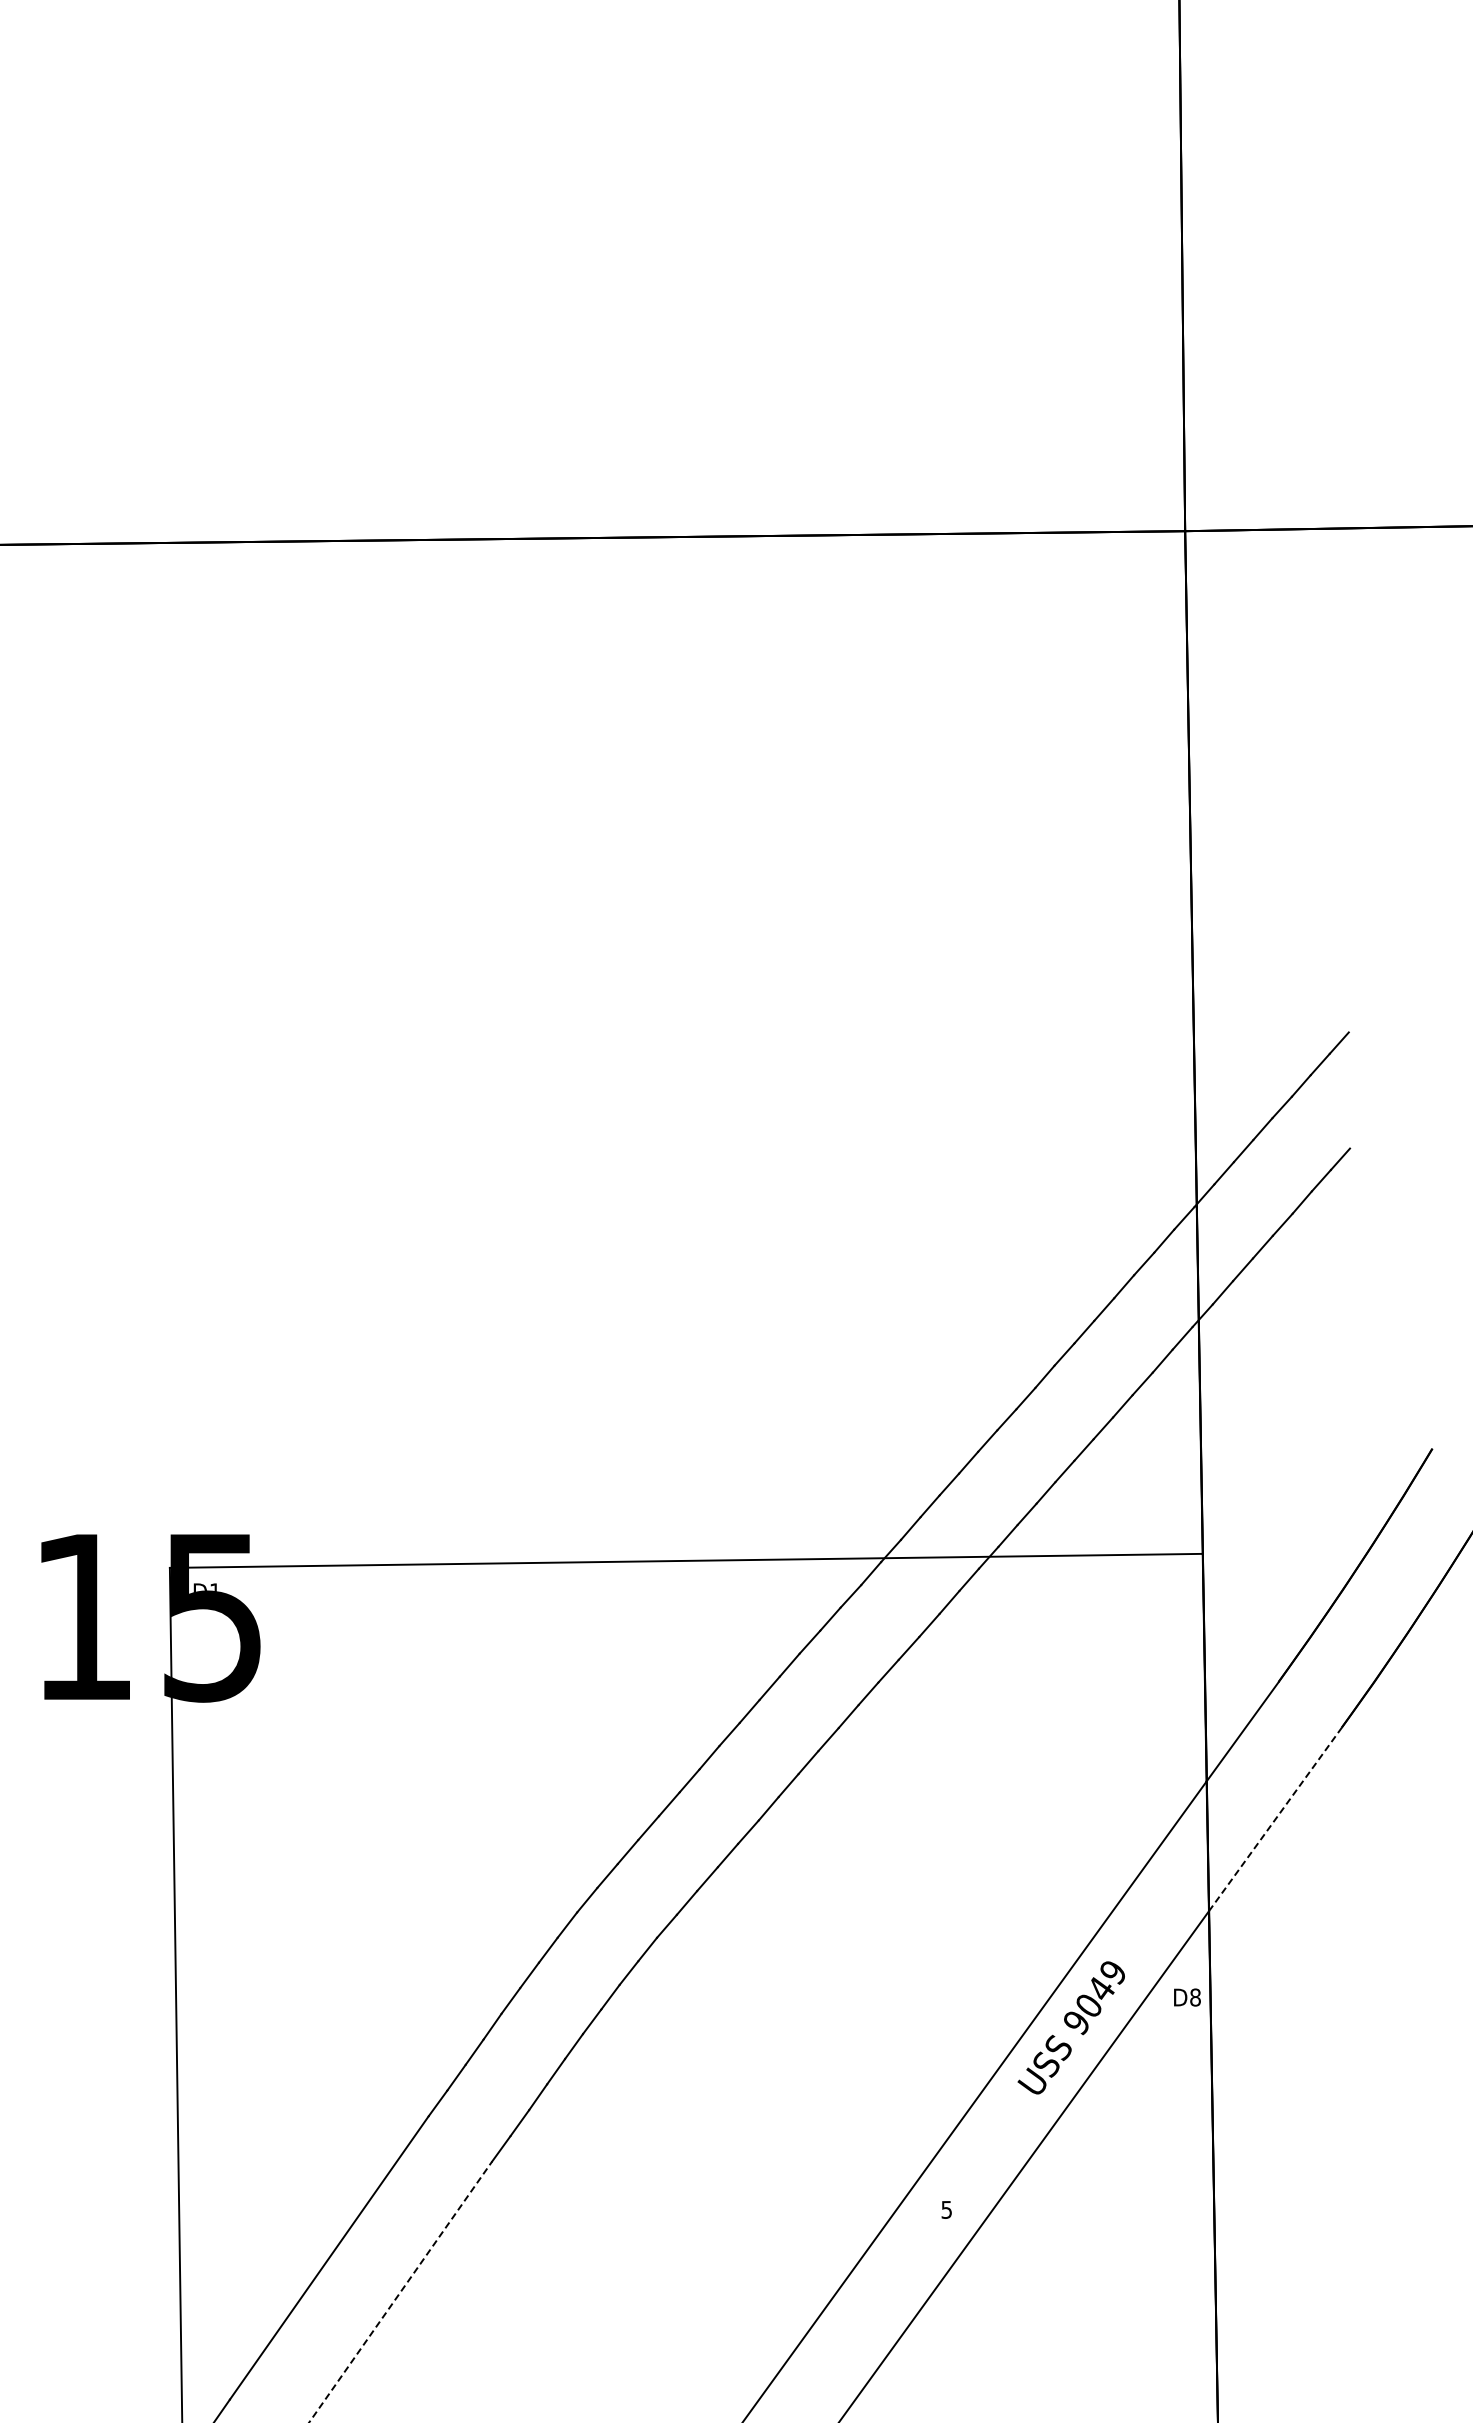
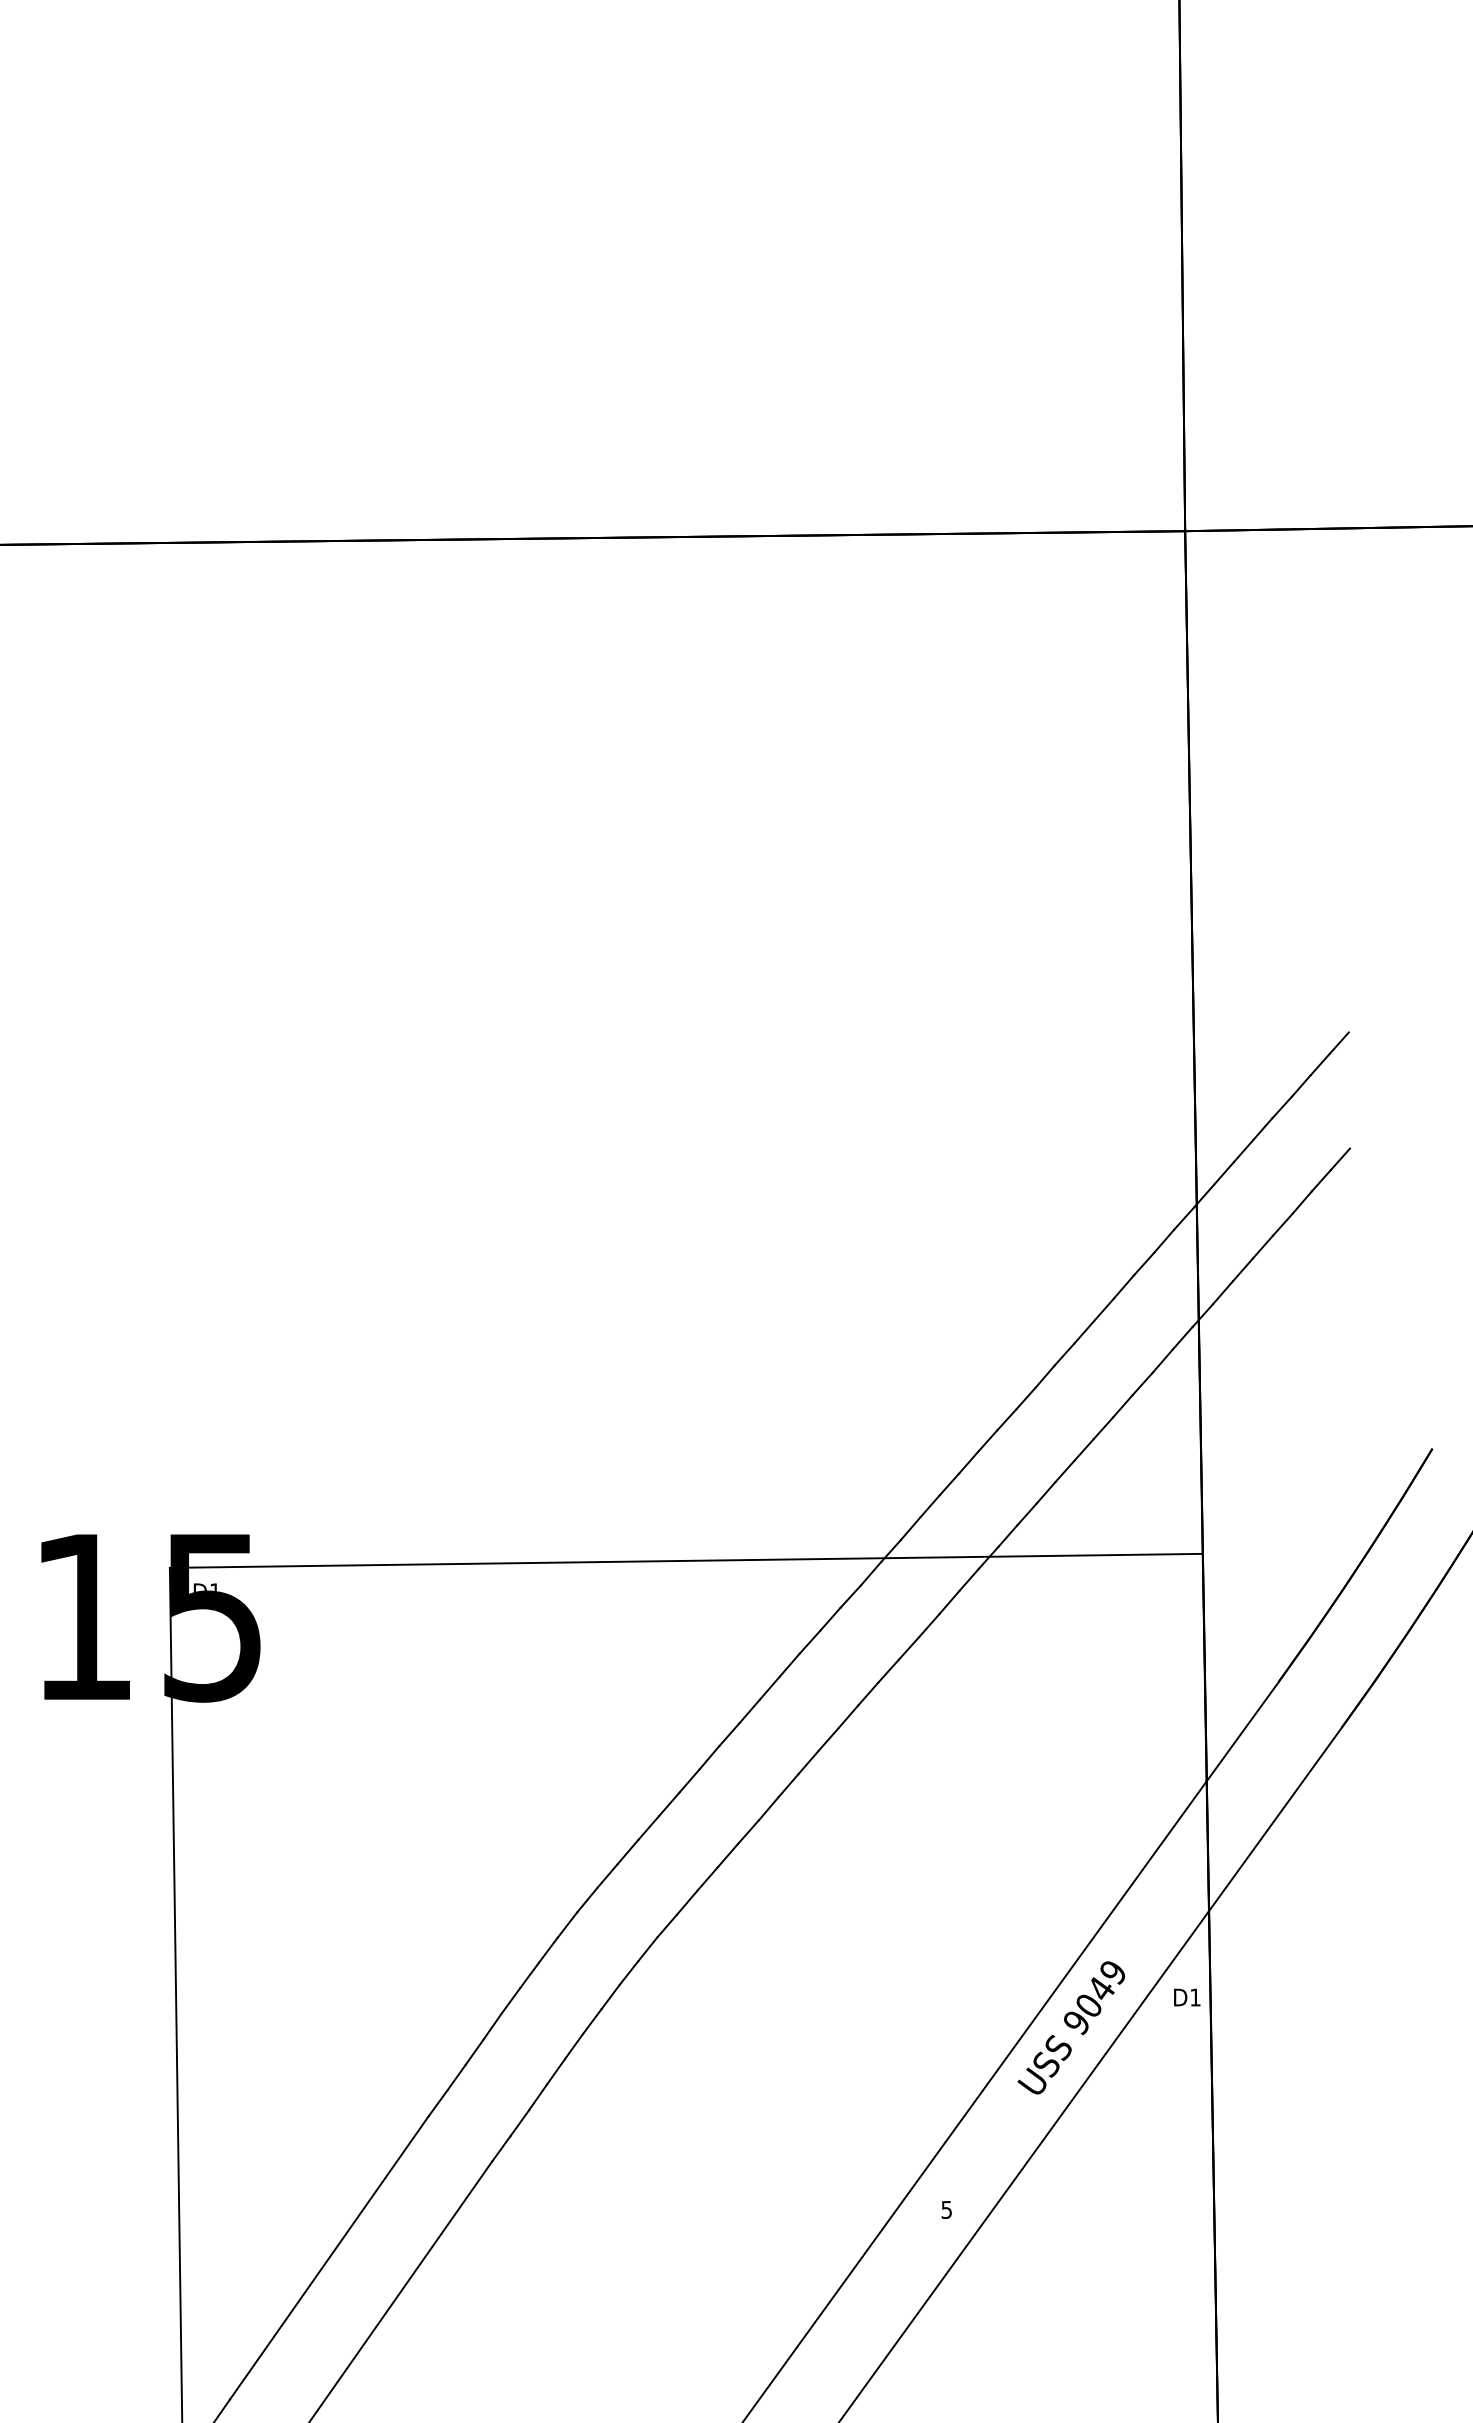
line at (1275, 1819): dashed -> solid
text at (1195, 1997): D8 -> D1
line at (401, 2291): dashed -> solid
